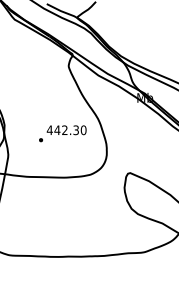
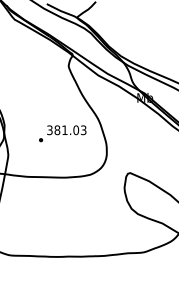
text at (66, 130): 442.30 -> 381.03
